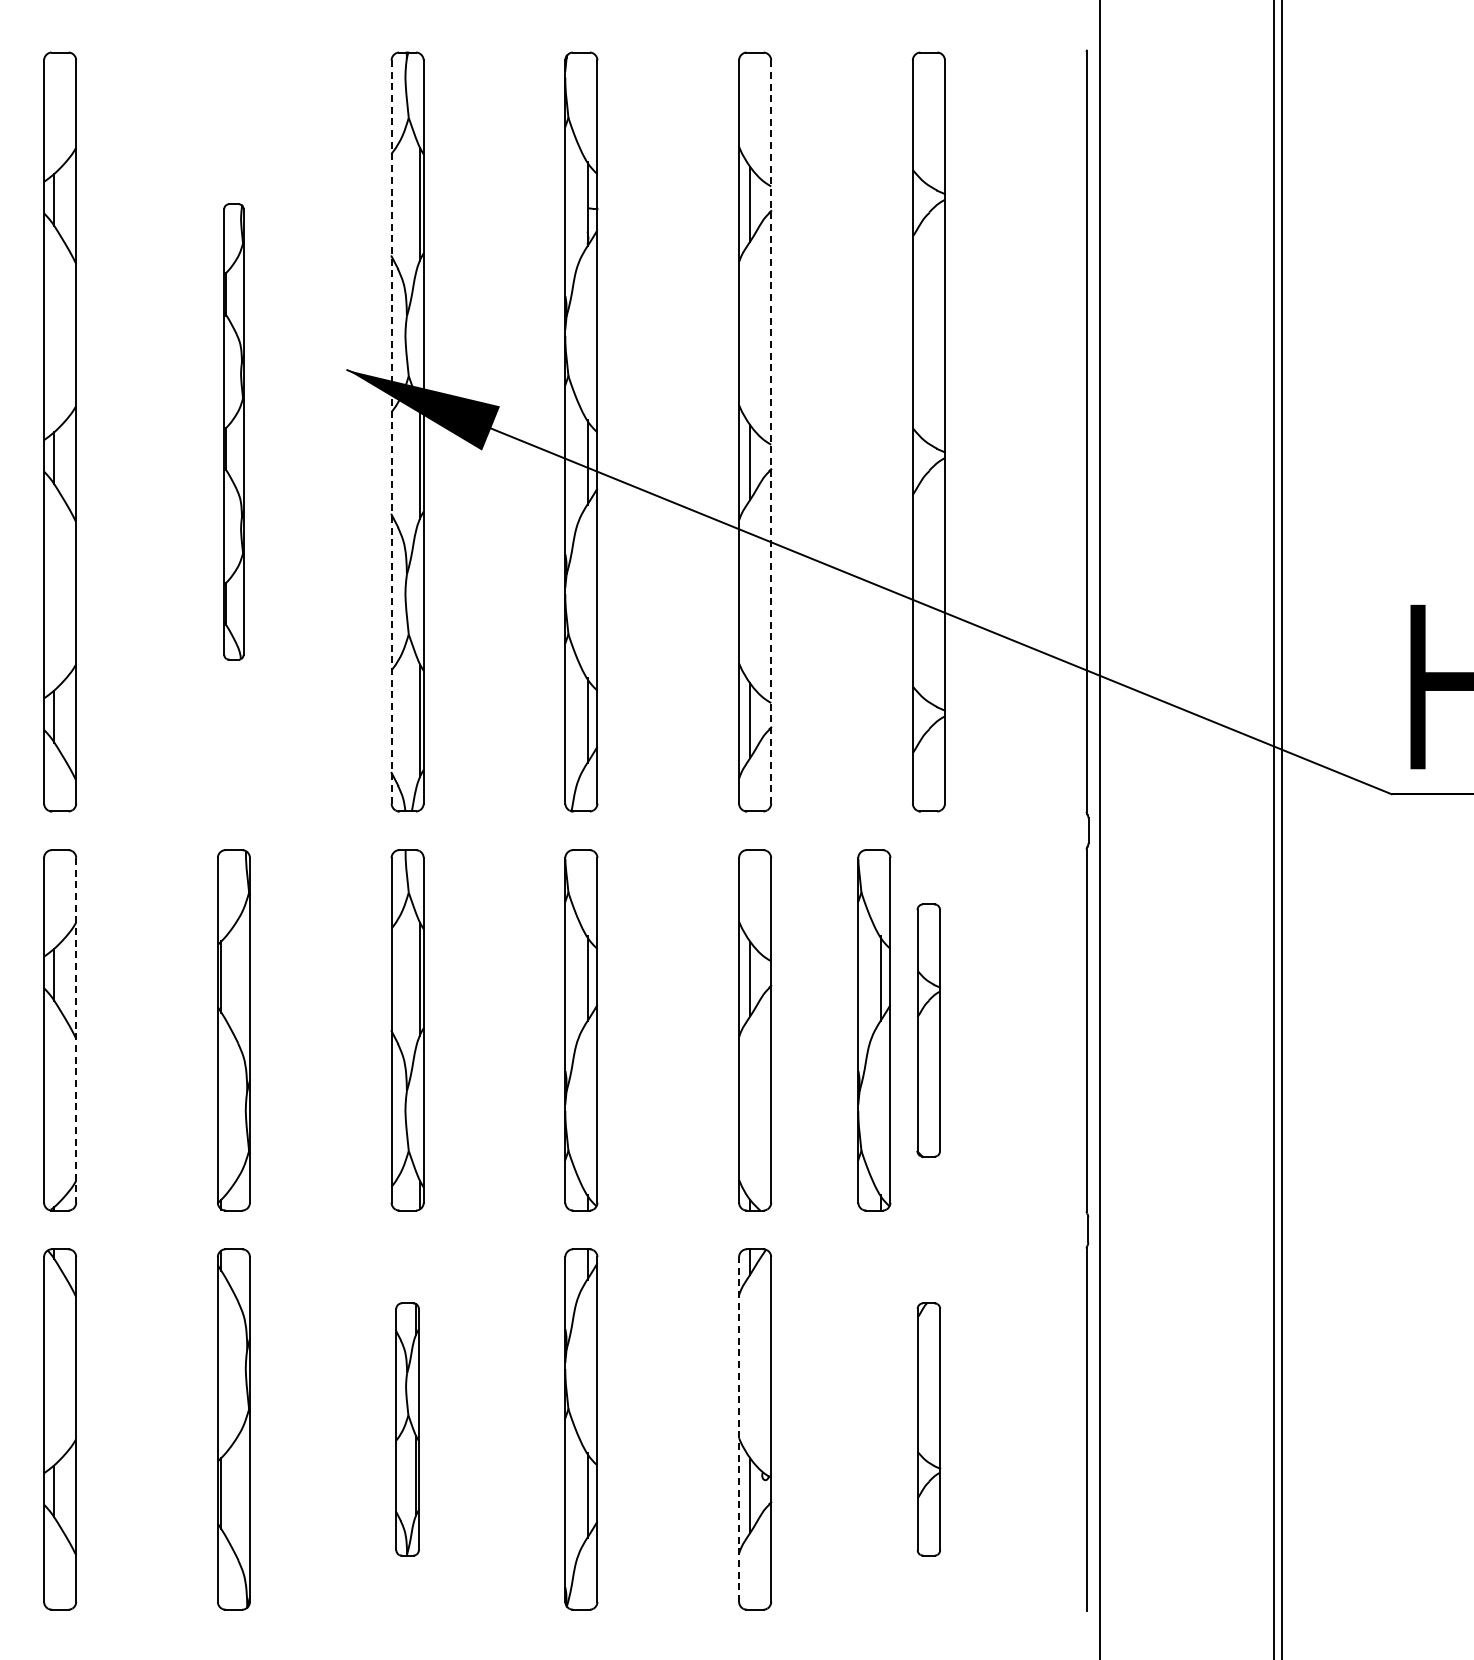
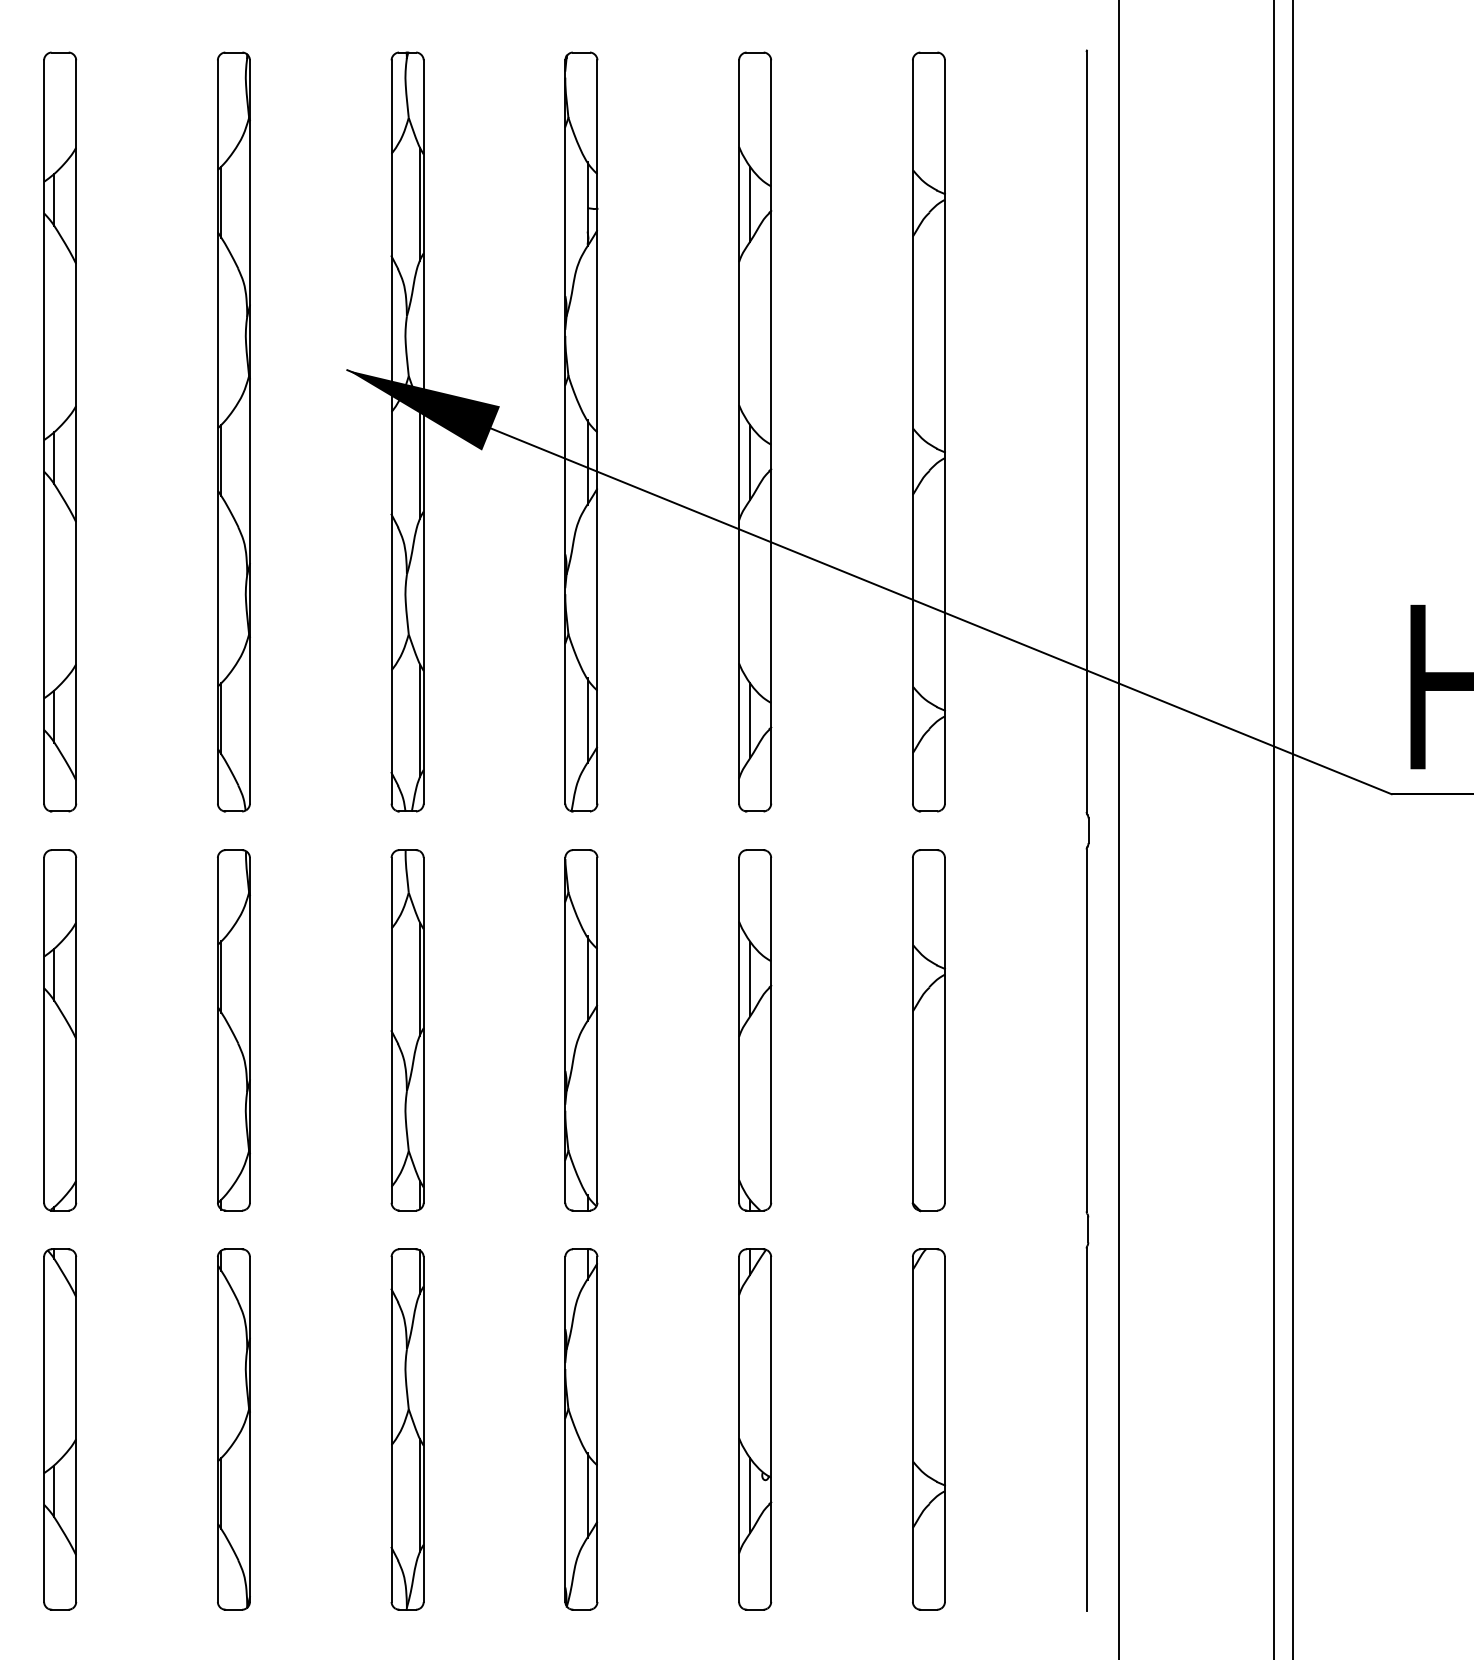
part at (233, 431) size: 22x458 px -> 34x762 px
line at (771, 431): dashed -> solid
line at (391, 432): dashed -> solid
line at (1100, 829) position: (1100, 829) -> (1119, 829)
line at (1282, 829) position: (1282, 829) -> (1293, 829)
line at (76, 1030): dashed -> solid
part at (874, 1030): present -> none
part at (928, 1030) size: 25x256 px -> 35x364 px
part at (407, 1429) size: 25x255 px -> 35x363 px
line at (739, 1429): dashed -> solid
part at (928, 1429) size: 26x255 px -> 34x363 px
